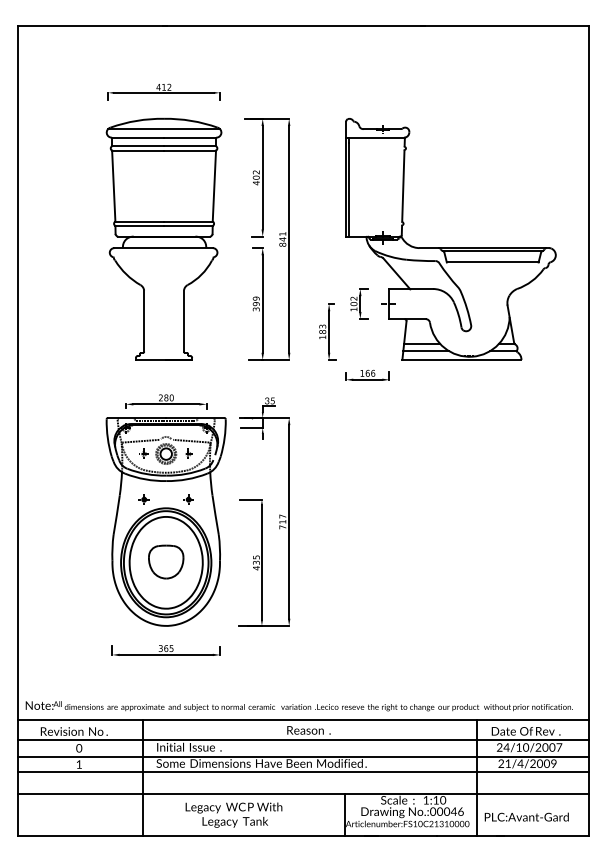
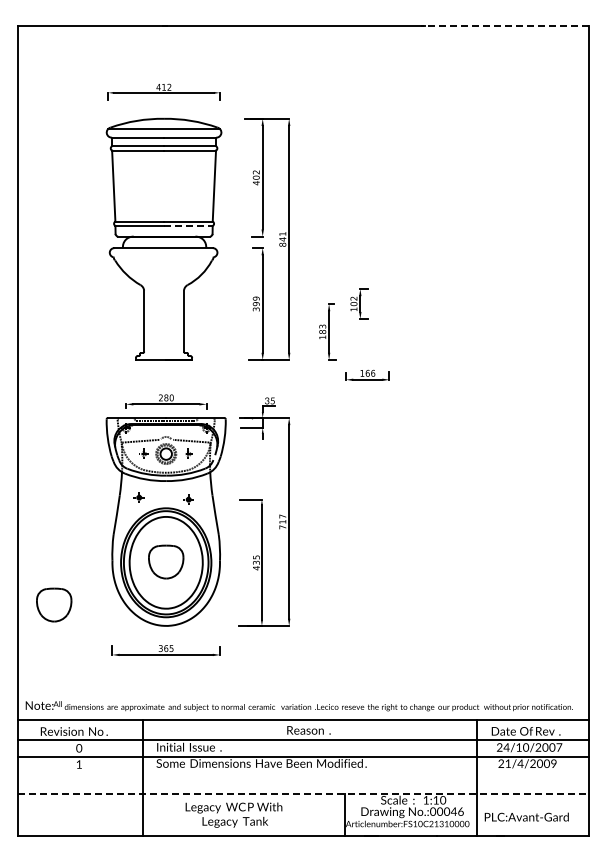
line at (504, 25): solid -> dashed
line at (188, 226): solid -> dashed
part at (450, 247): present -> none
part at (143, 499) position: (143, 499) -> (138, 497)
part at (54, 604): none -> present
line at (303, 772): present -> none
line at (303, 794): solid -> dashed
